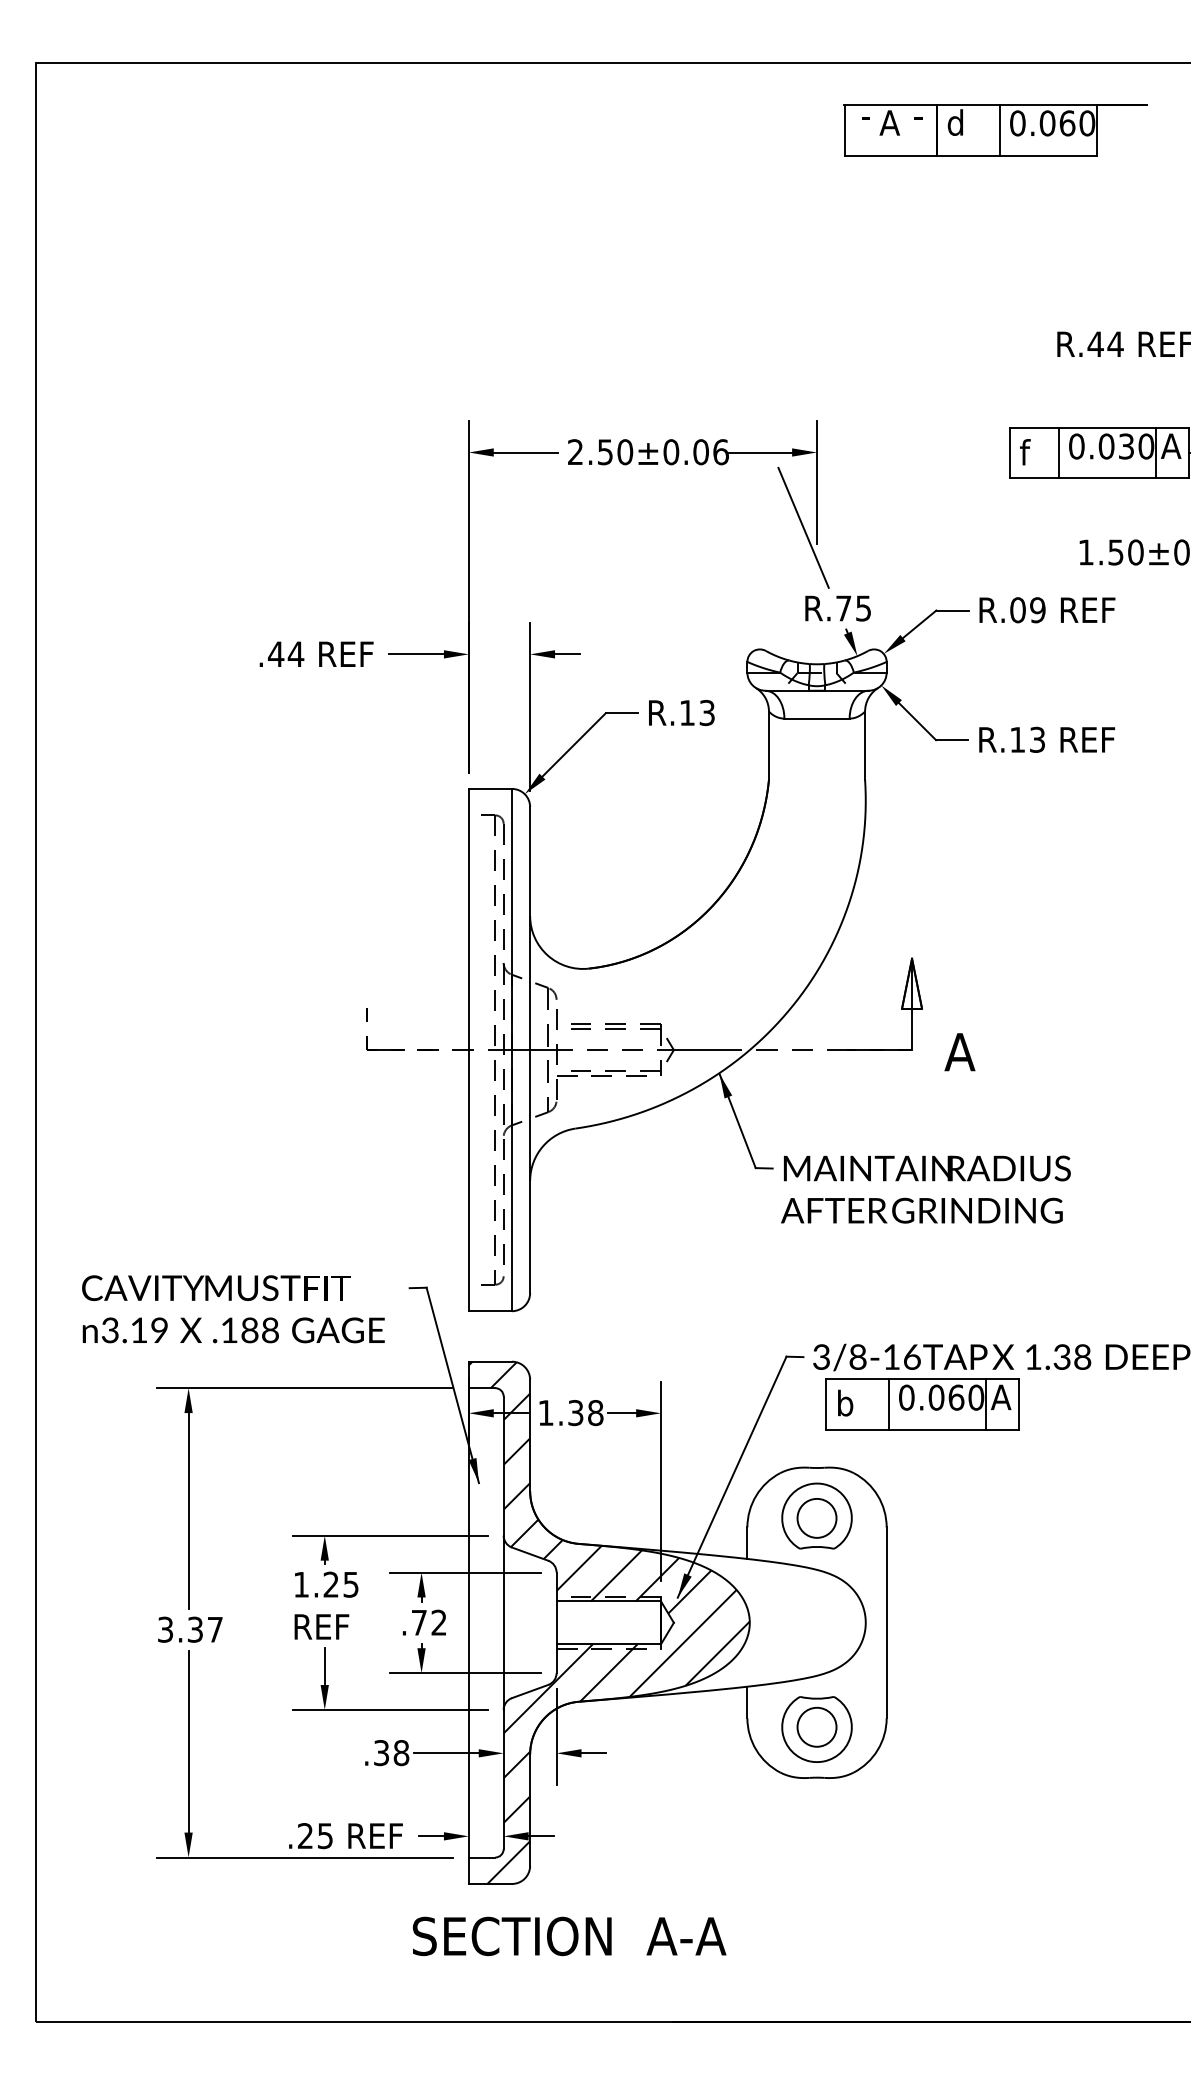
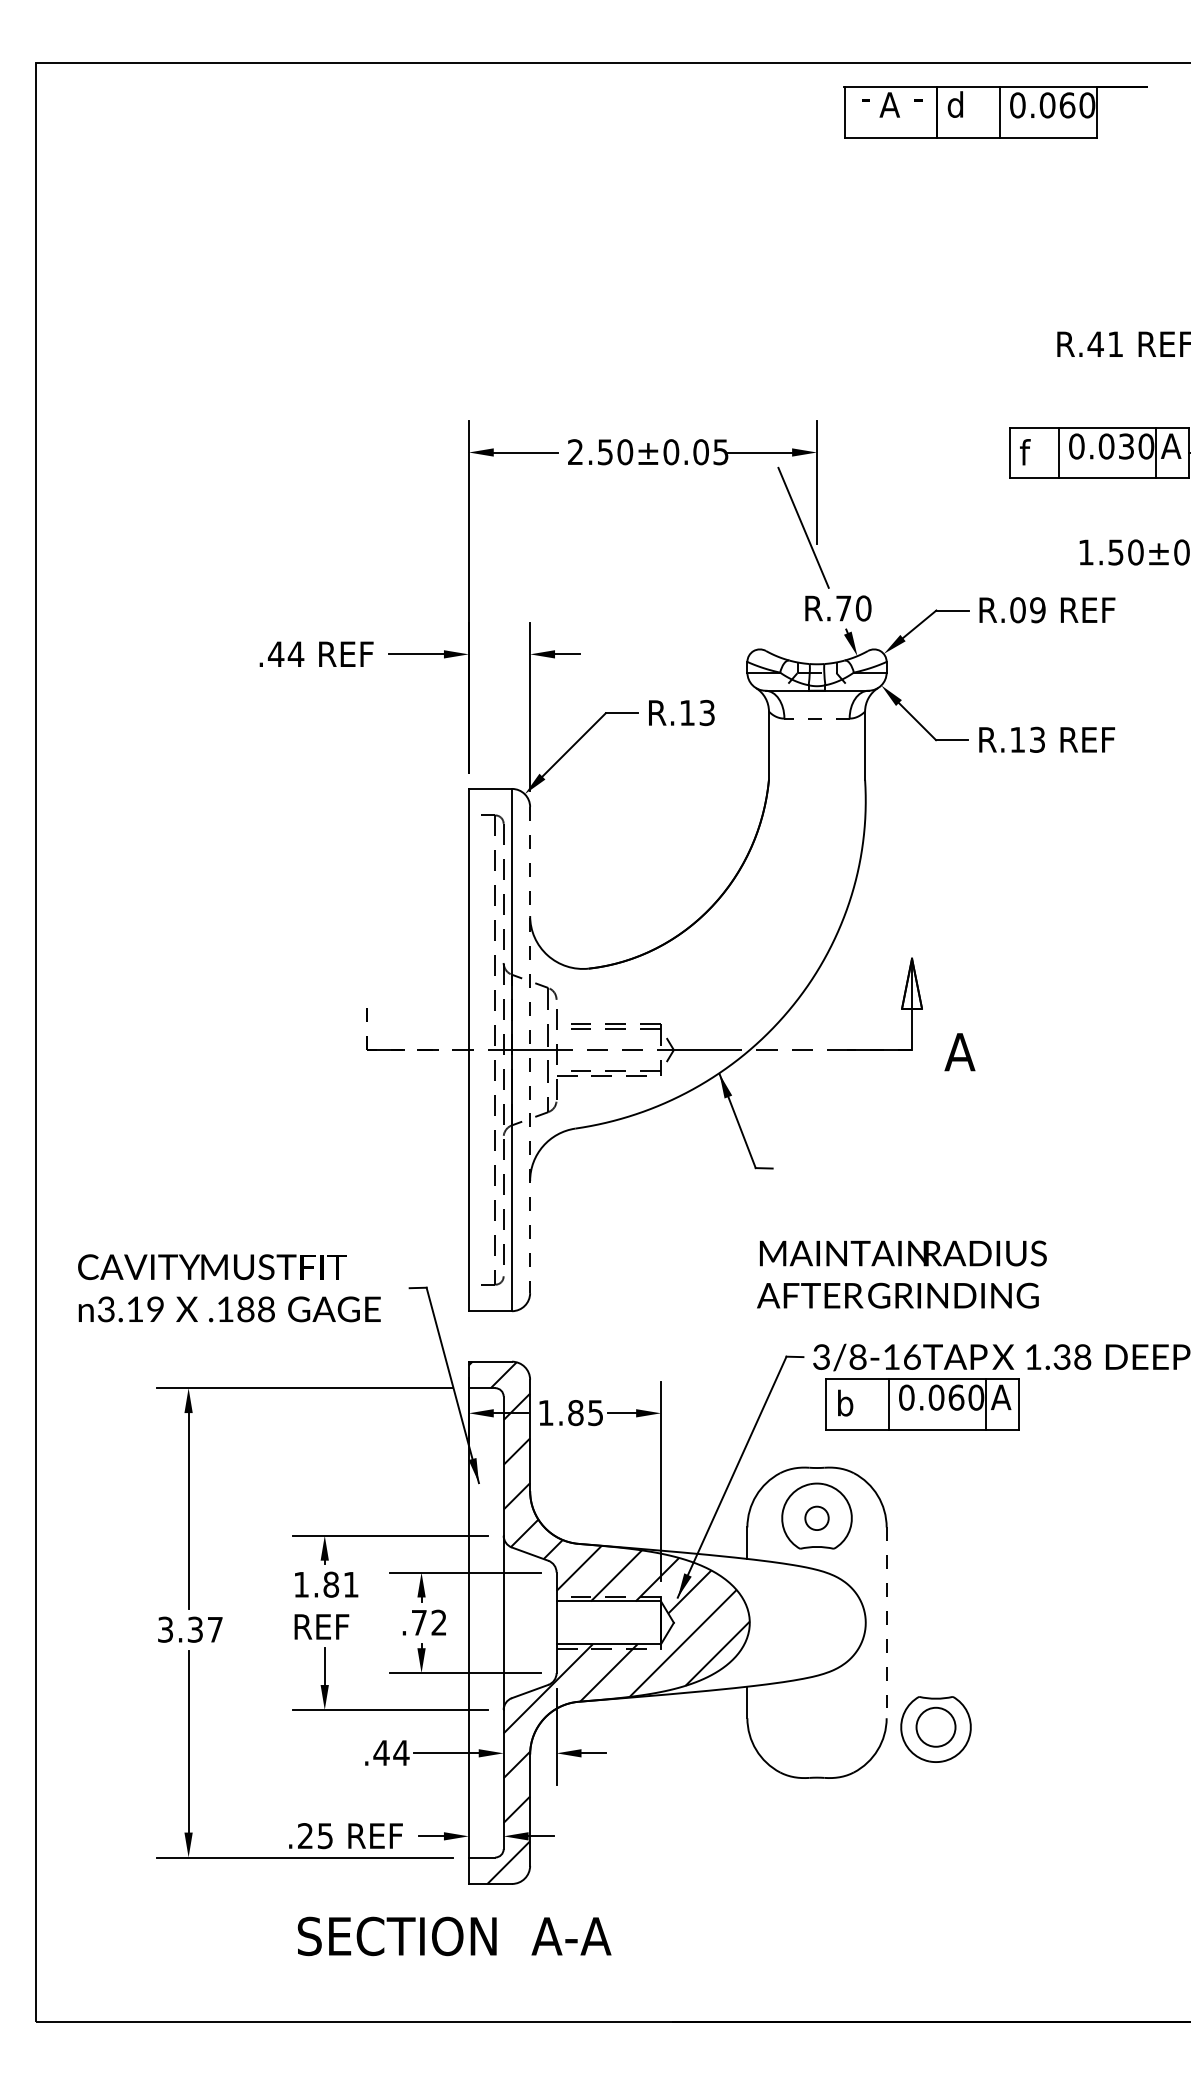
part at (995, 130) position: (995, 130) -> (995, 112)
text at (1115, 343): R.44 -> R.41
text at (720, 452): 2.50±0.06 -> 2.50±0.05
text at (863, 608): R.75 -> R.70
line at (817, 718): solid -> dashed
line at (530, 1050): solid -> dashed
text at (925, 1189) position: (925, 1189) -> (901, 1274)
text at (233, 1309) position: (233, 1309) -> (229, 1288)
text at (585, 1413): 1.38 -> 1.85
circle at (816, 1517) diameter: 39 px -> 23 px
text at (340, 1584): 1.25 -> 1.81
line at (886, 1623): solid -> dashed
part at (816, 1729) position: (816, 1729) -> (935, 1729)
text at (391, 1753): .38 -> .44
text at (569, 1936) position: (569, 1936) -> (454, 1936)
